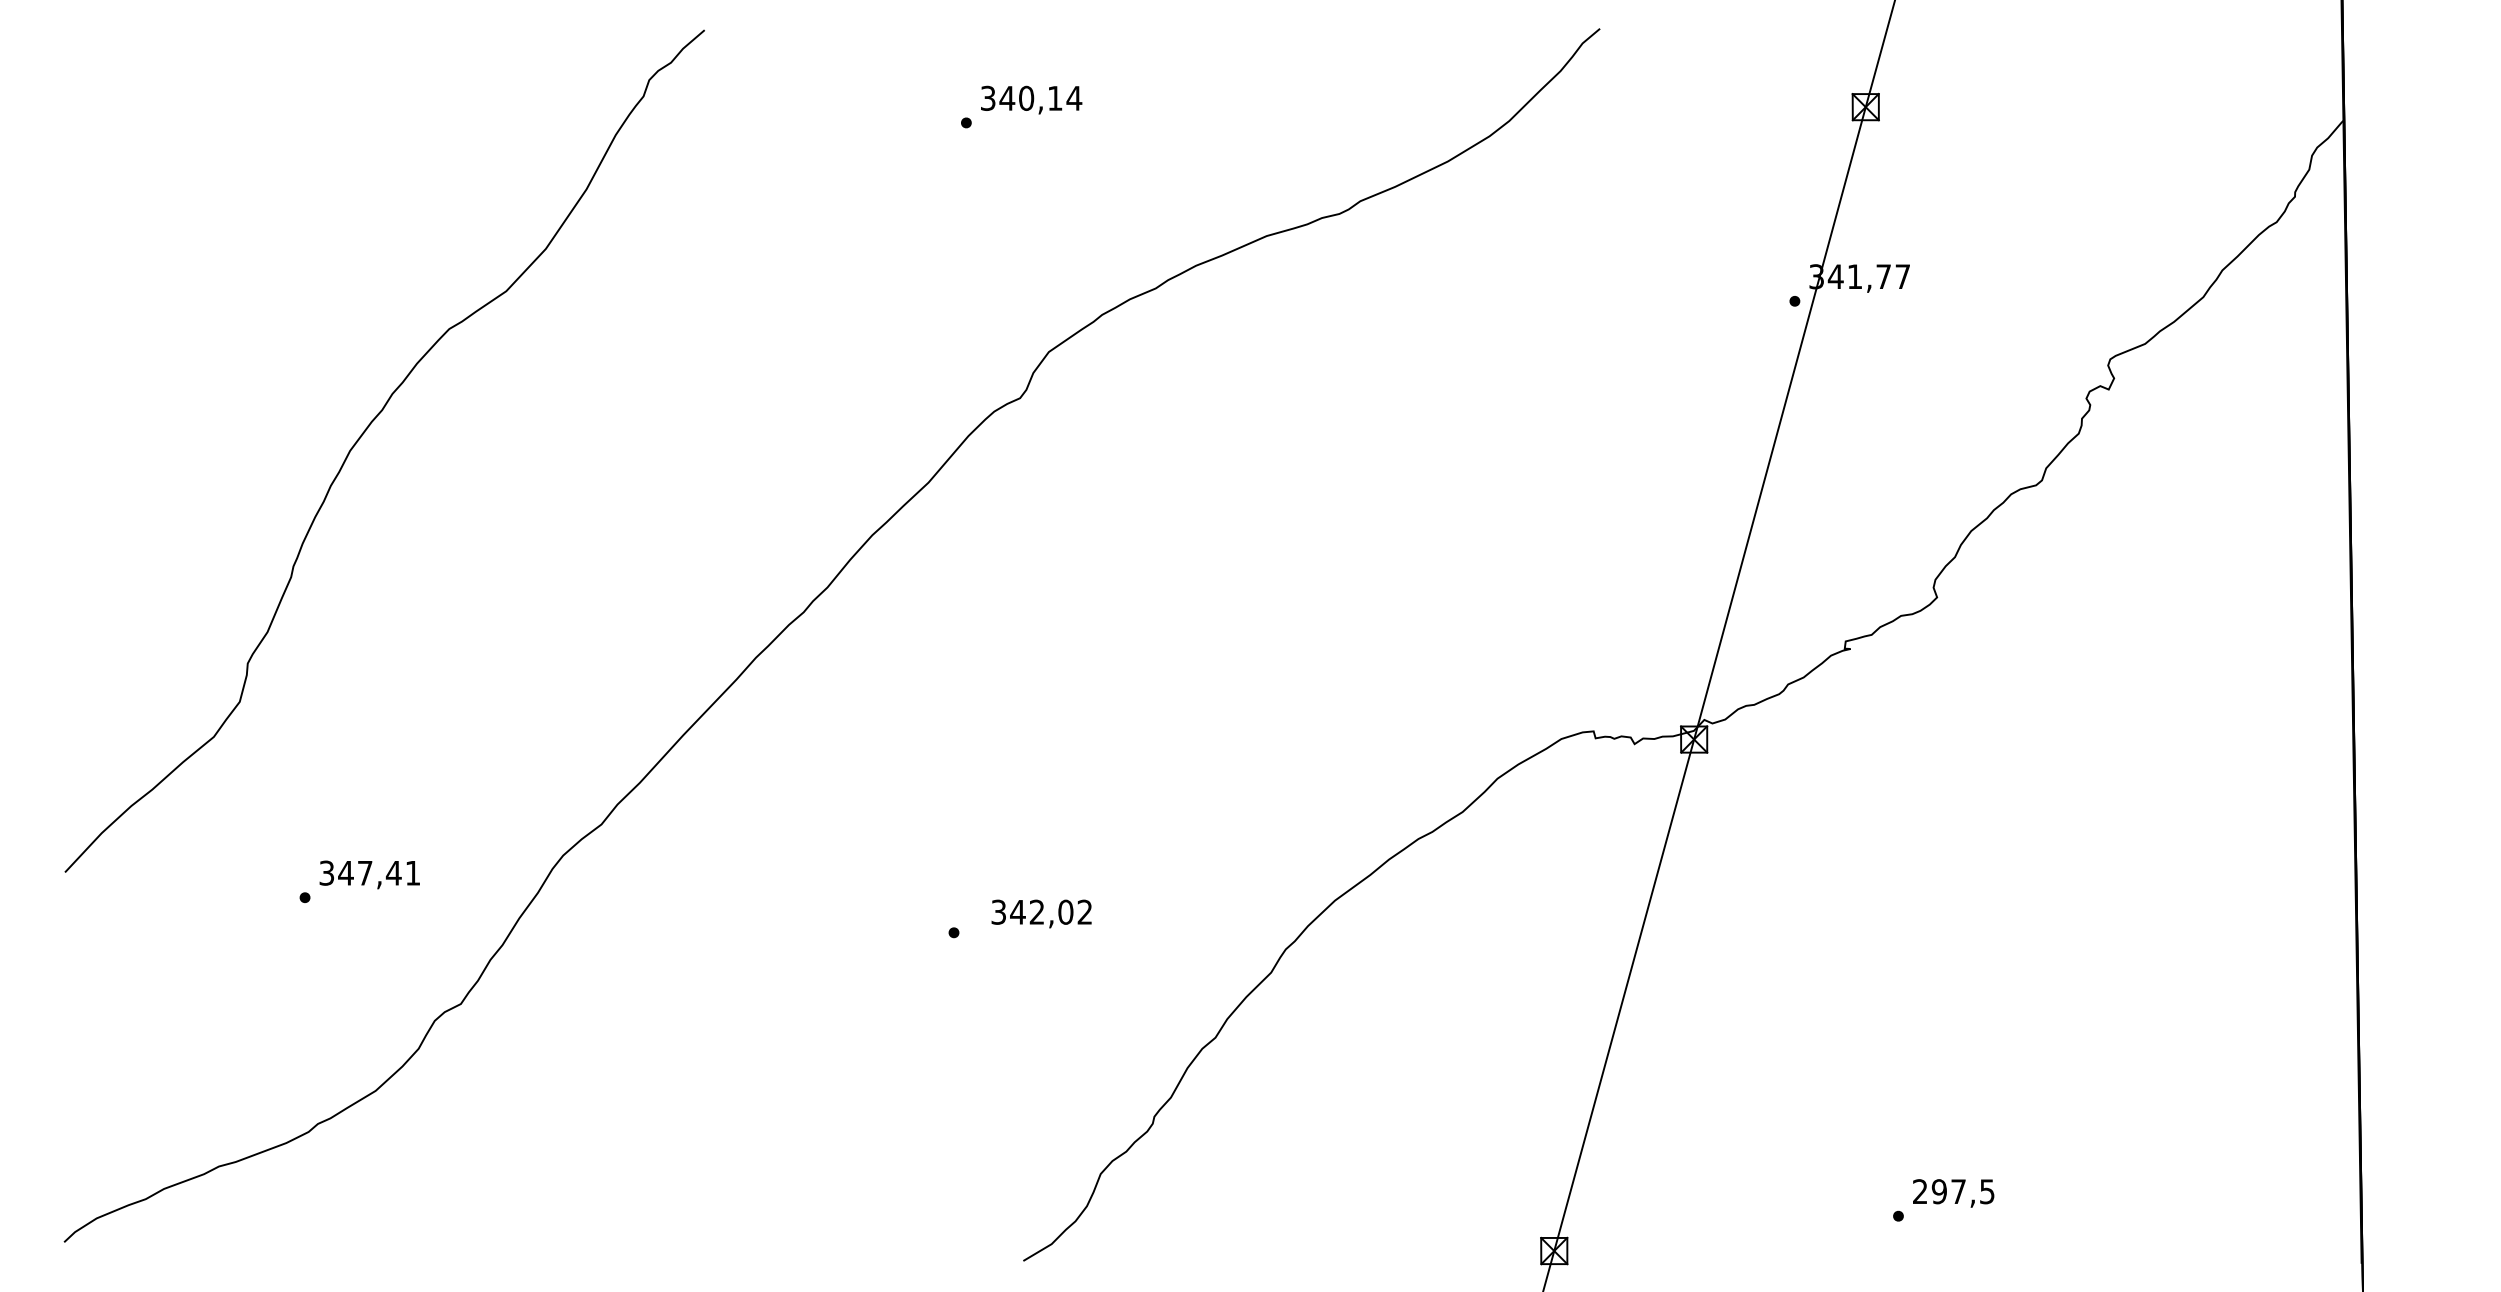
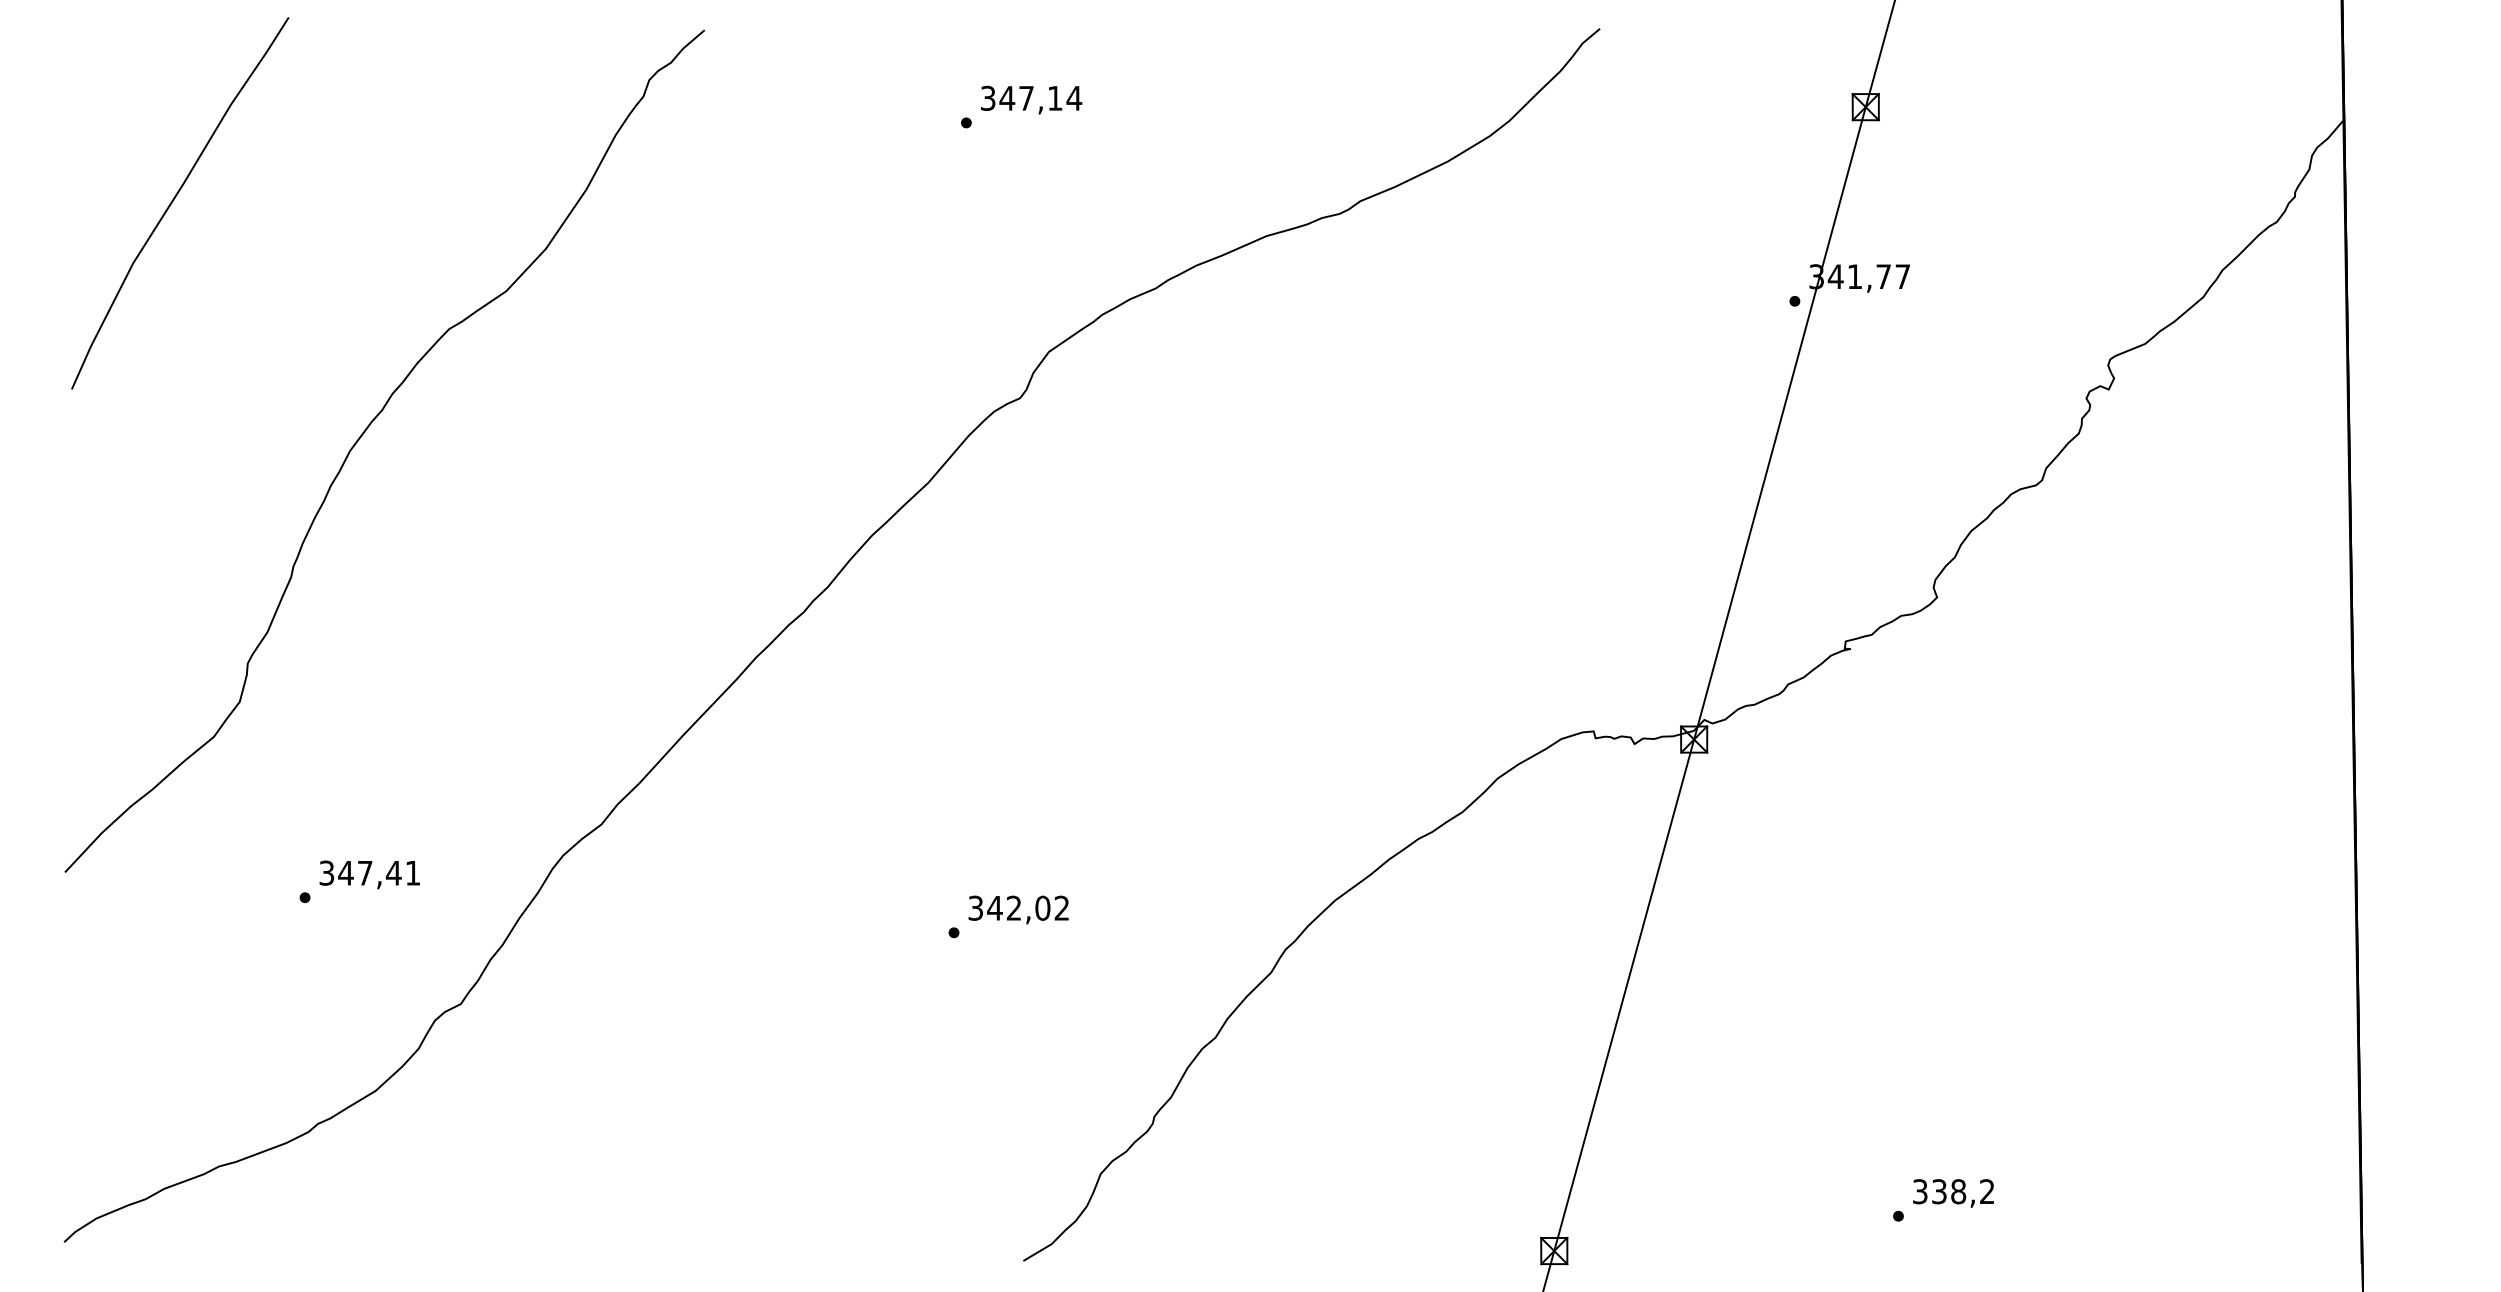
text at (1026, 97): 340,14 -> 347,14
curve at (174, 200): none -> present
text at (1041, 913) position: (1041, 913) -> (1018, 909)
text at (1953, 1191): 297,5 -> 338,2
